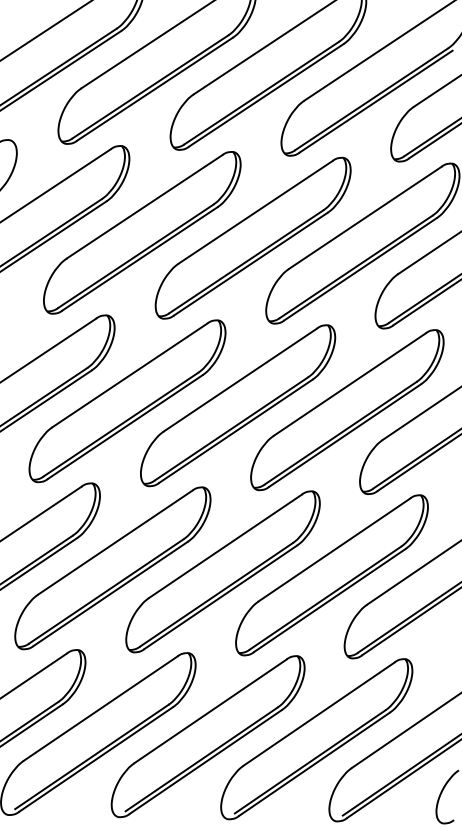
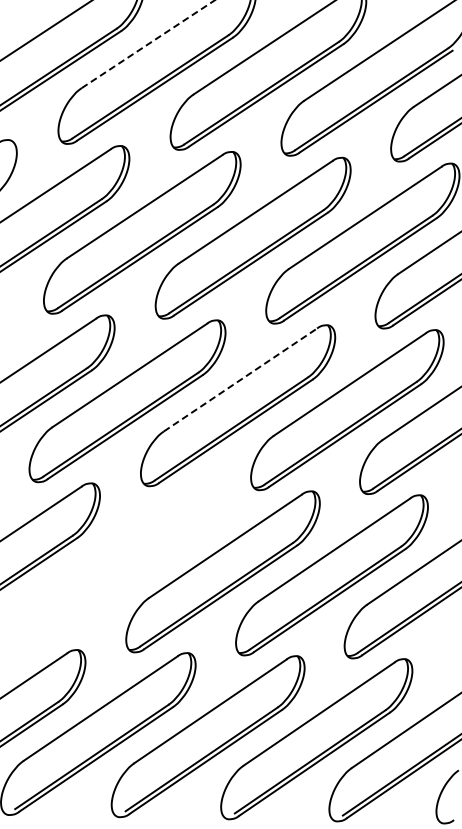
line at (148, 44): solid -> dashed
line at (240, 379): solid -> dashed
part at (112, 568): present -> none
